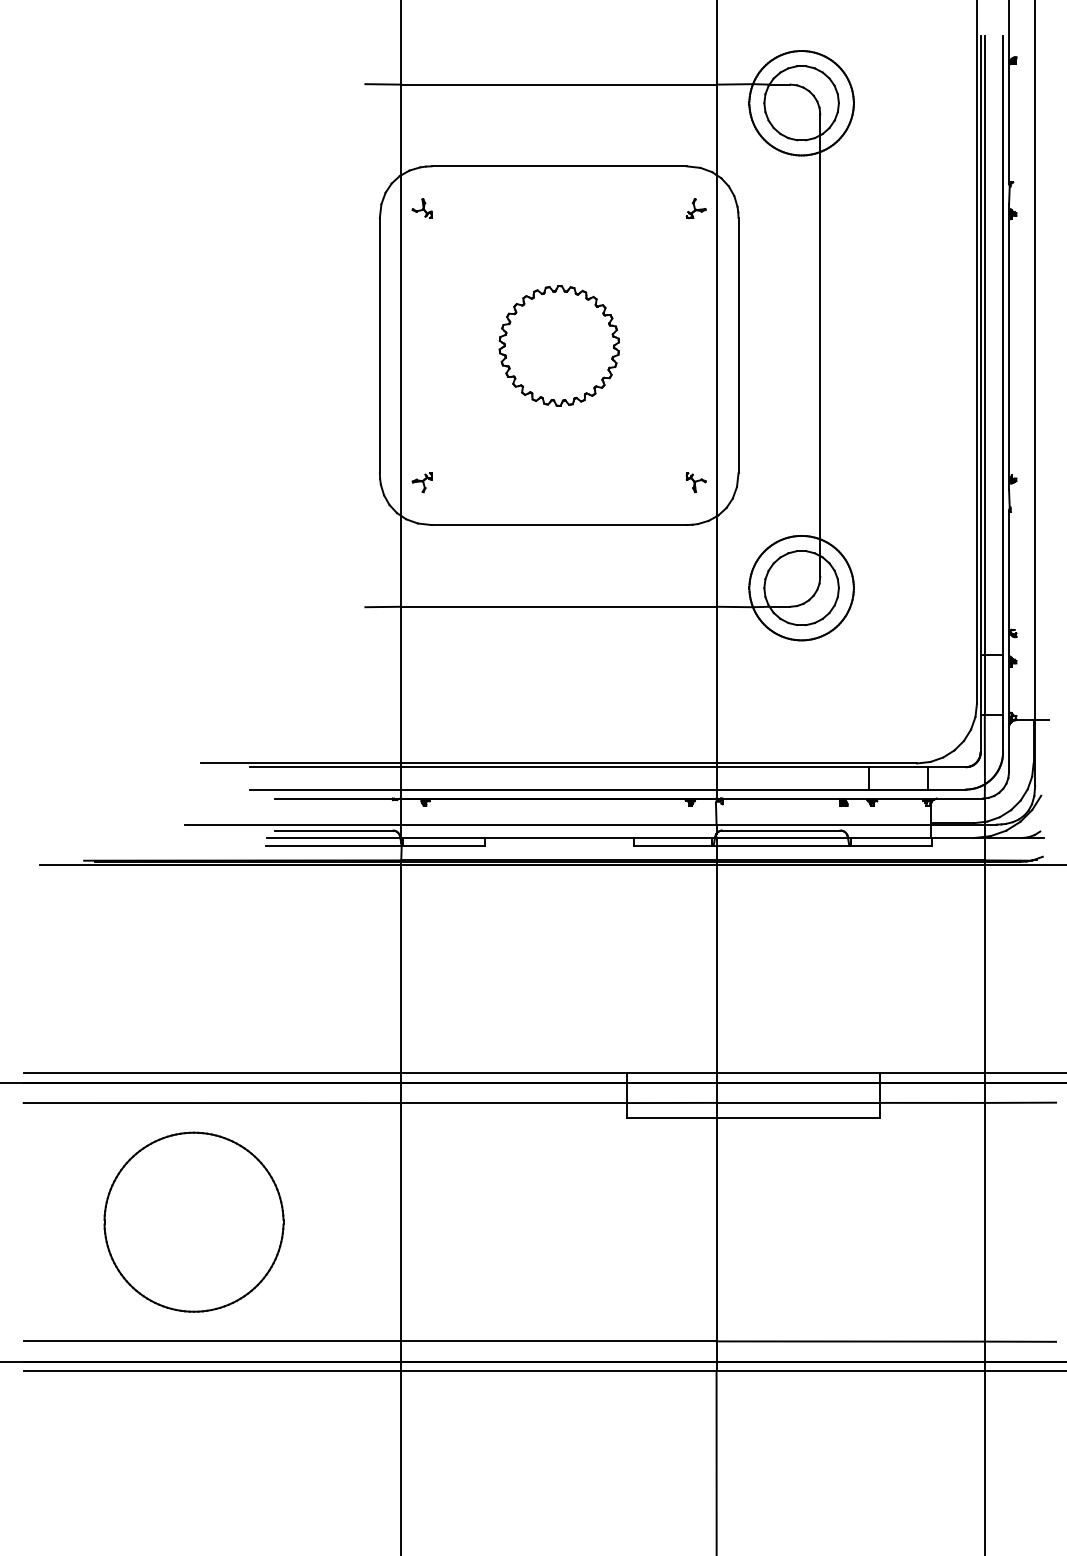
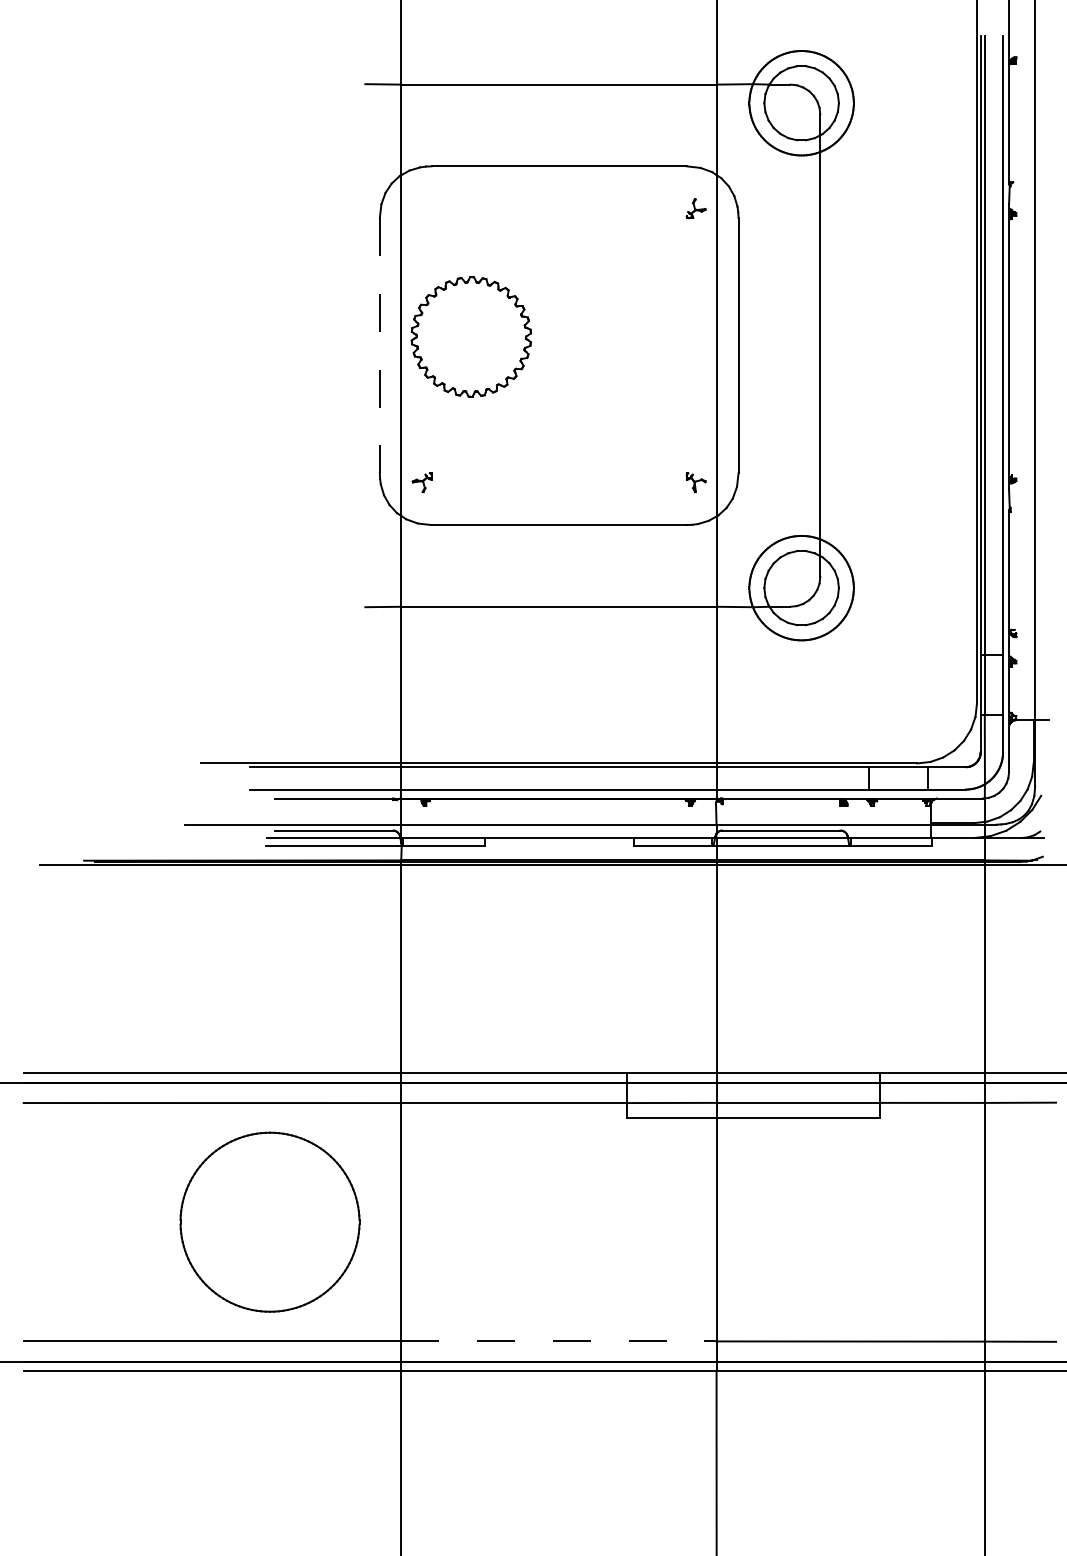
part at (421, 208): present -> none
line at (379, 345): solid -> dashed
part at (558, 345) position: (558, 345) -> (470, 336)
part at (193, 1221) position: (193, 1221) -> (269, 1221)
line at (558, 1341): solid -> dashed
